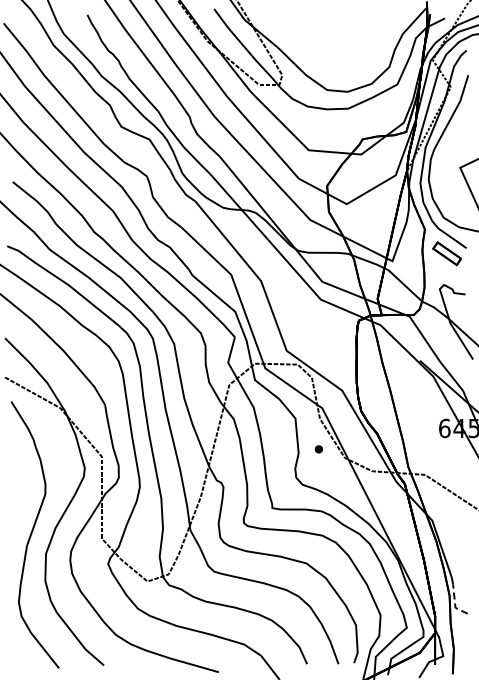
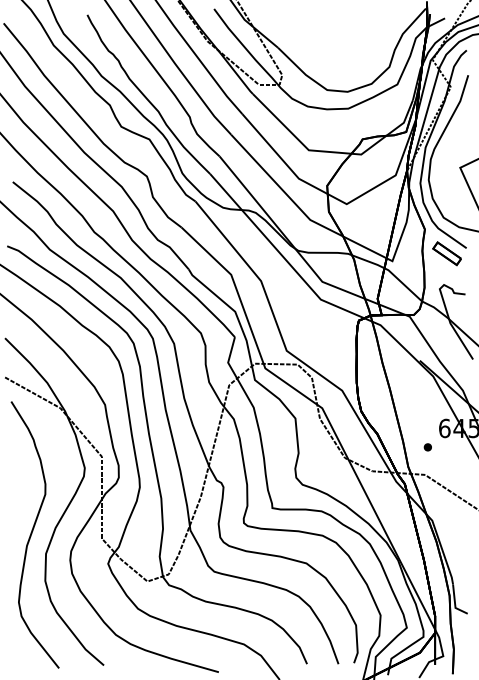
part at (318, 449) position: (318, 449) -> (427, 447)
line at (455, 603): dashed -> solid
